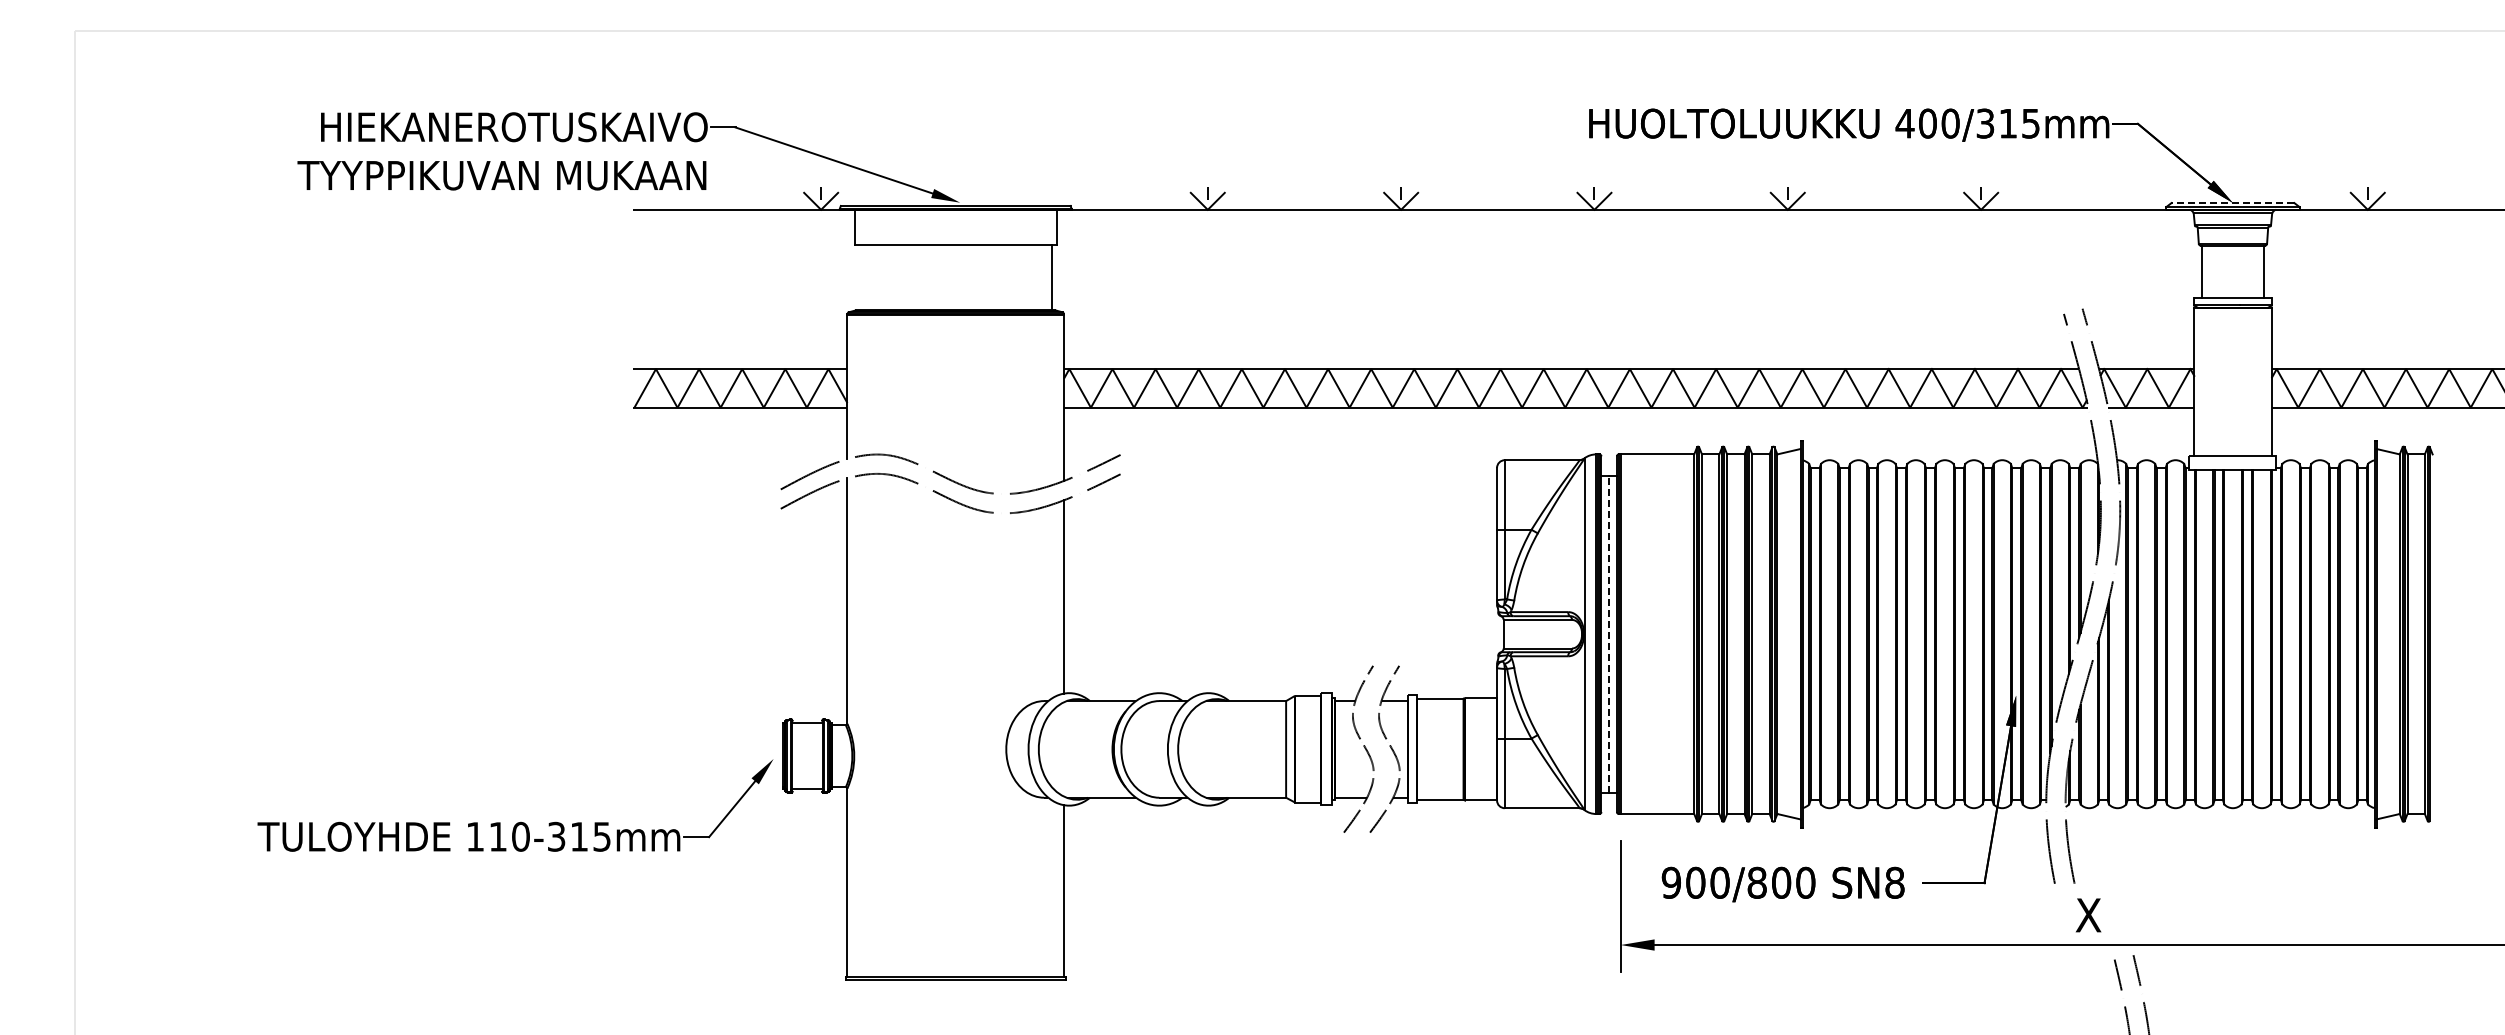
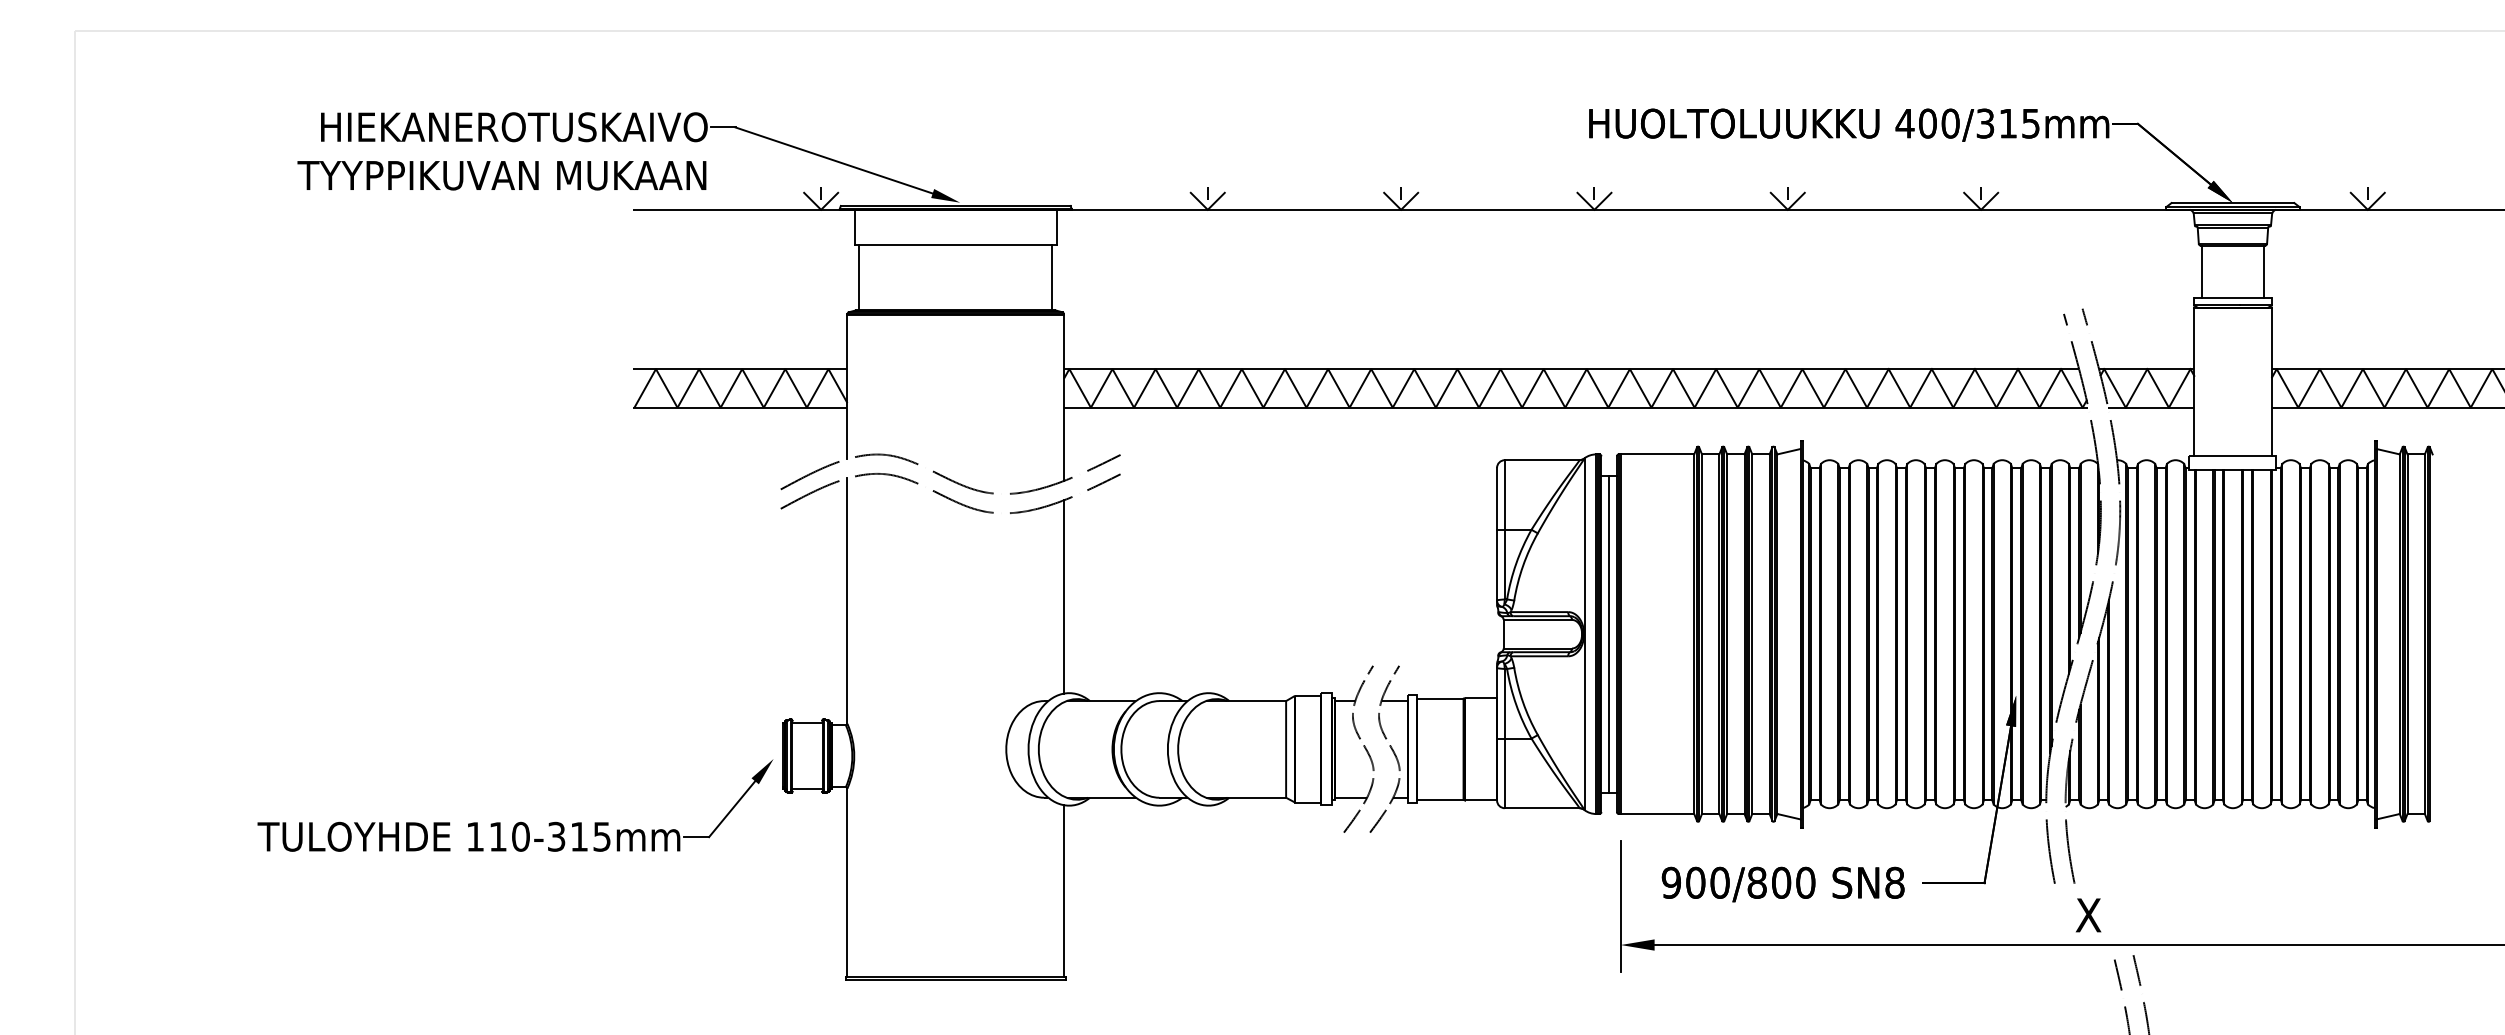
line at (2232, 202): dashed -> solid
line at (859, 277): none -> present
line at (1609, 634): dashed -> solid
